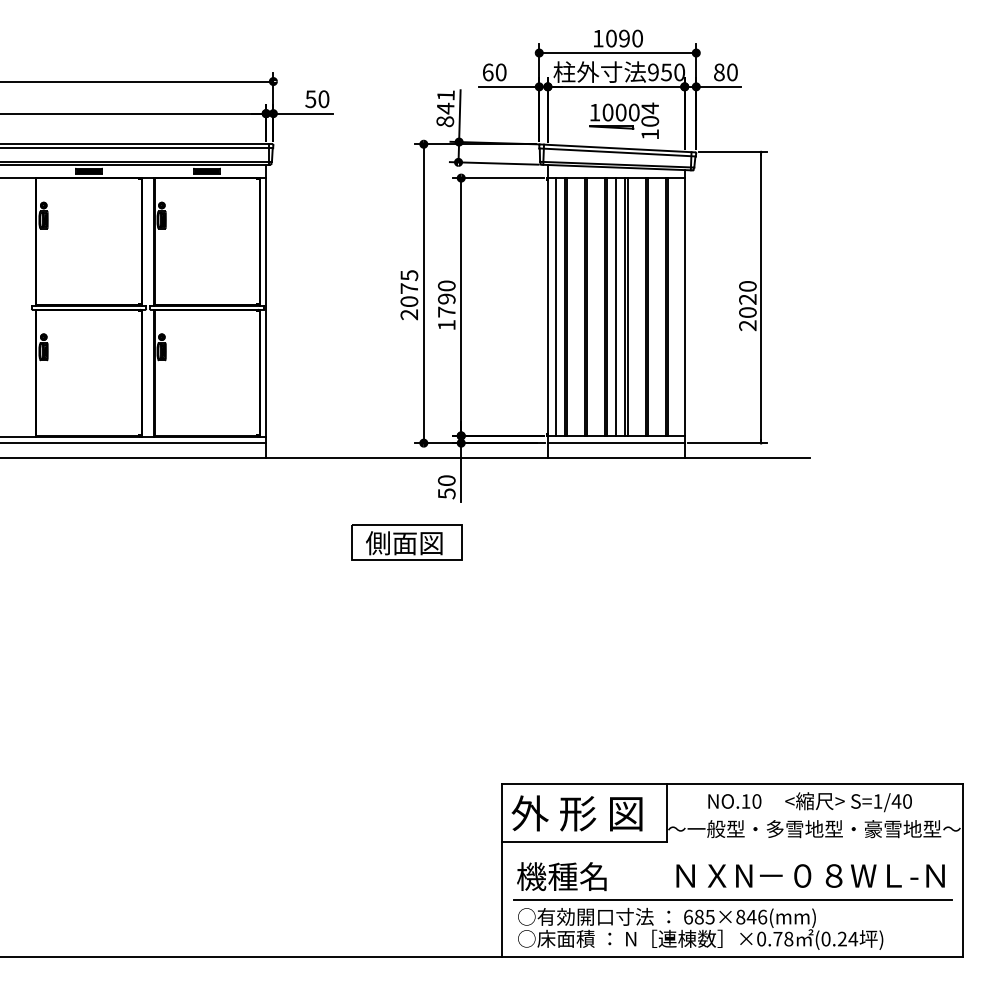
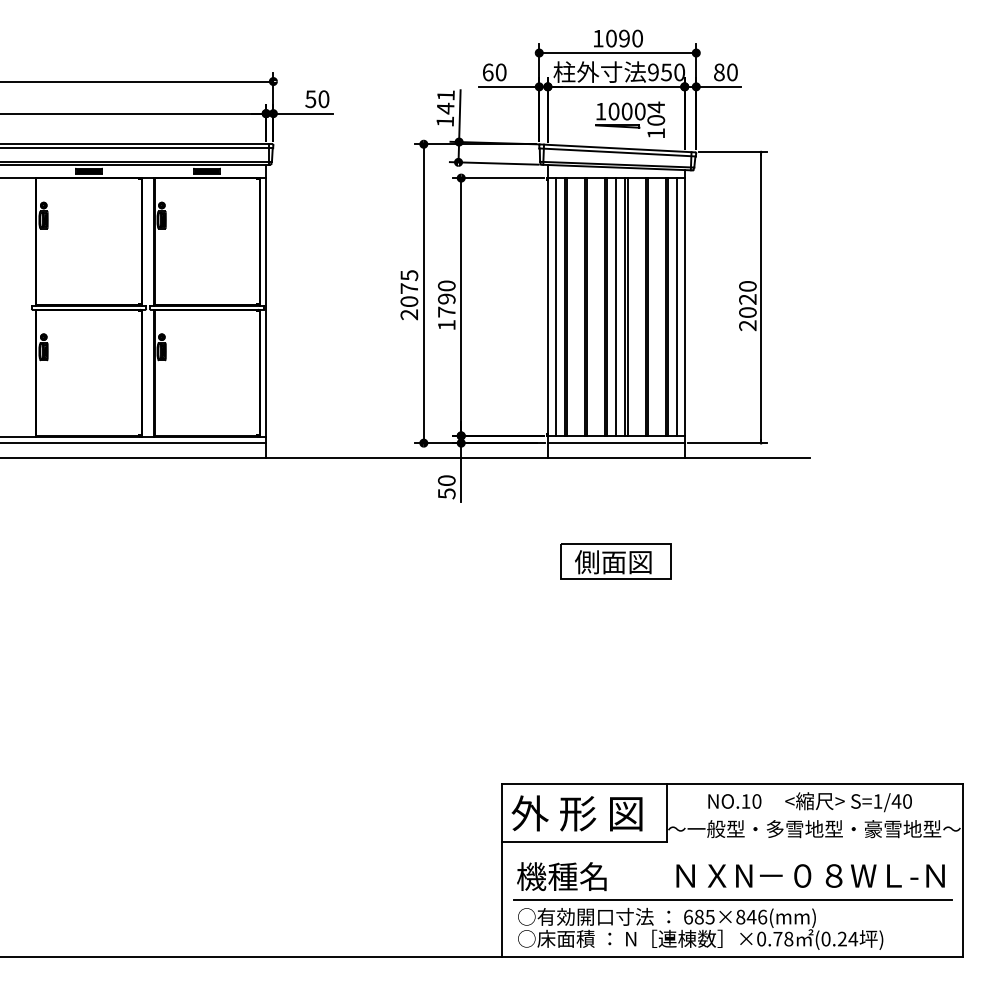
part at (624, 120) position: (624, 120) -> (630, 119)
text at (445, 121): 841 -> 141
line at (676, 306): none -> present
part at (406, 542) position: (406, 542) -> (615, 561)
